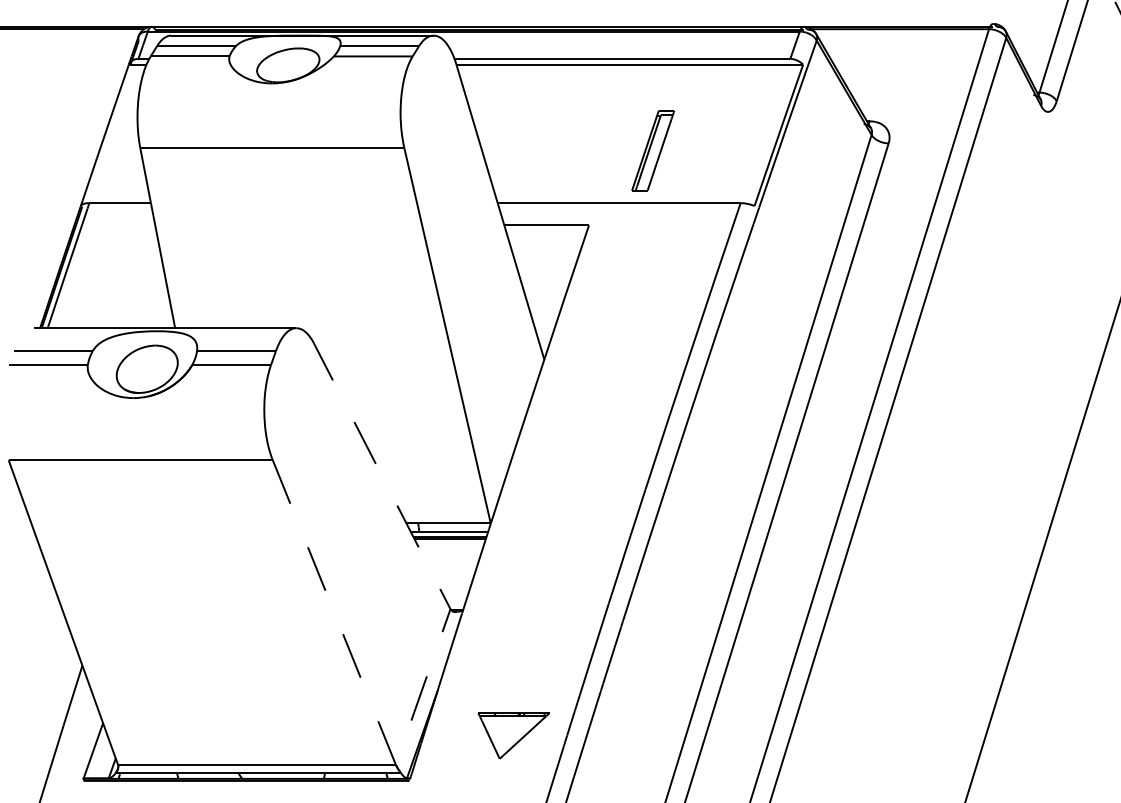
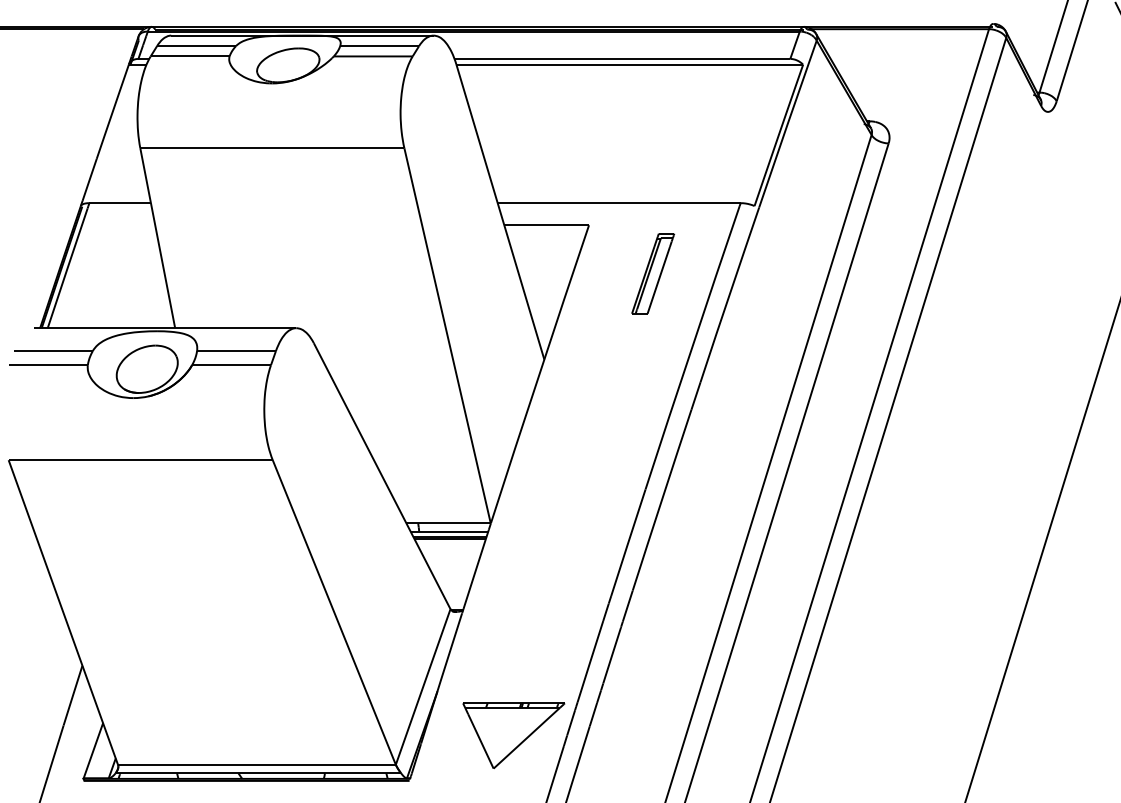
part at (653, 150) position: (653, 150) -> (653, 273)
line at (418, 700): dashed -> solid
part at (513, 735) size: 73x48 px -> 104x68 px
